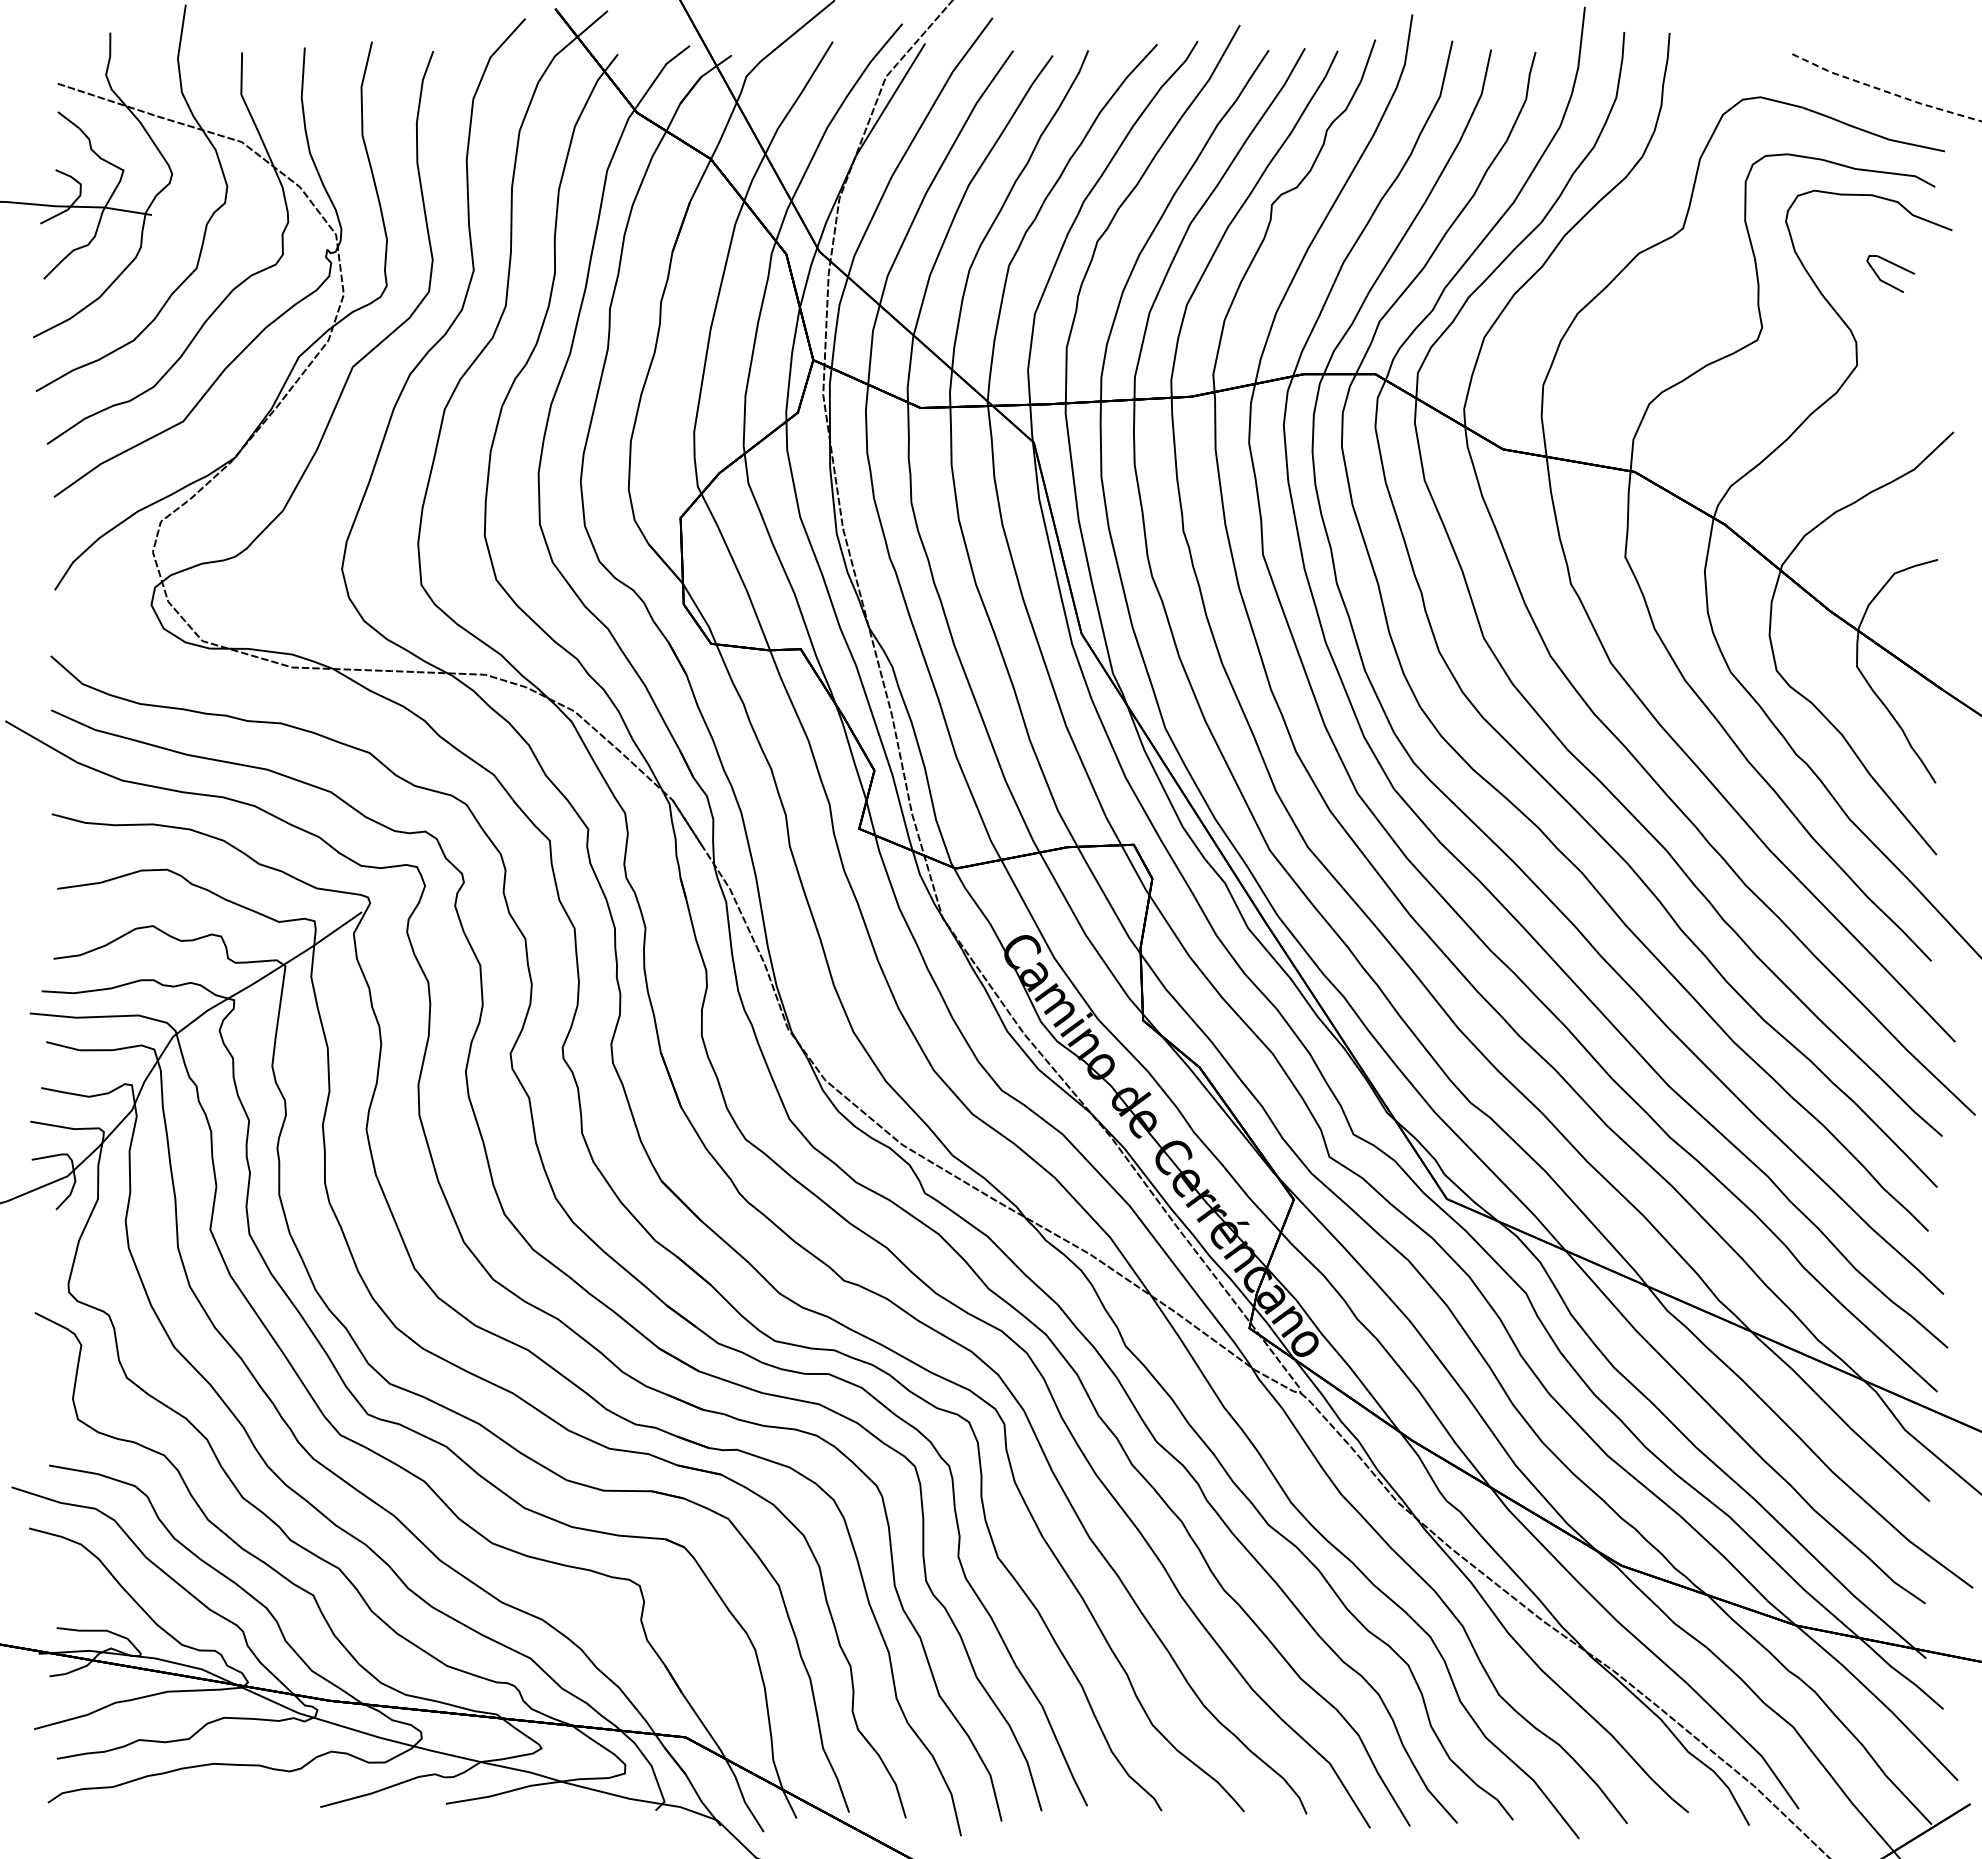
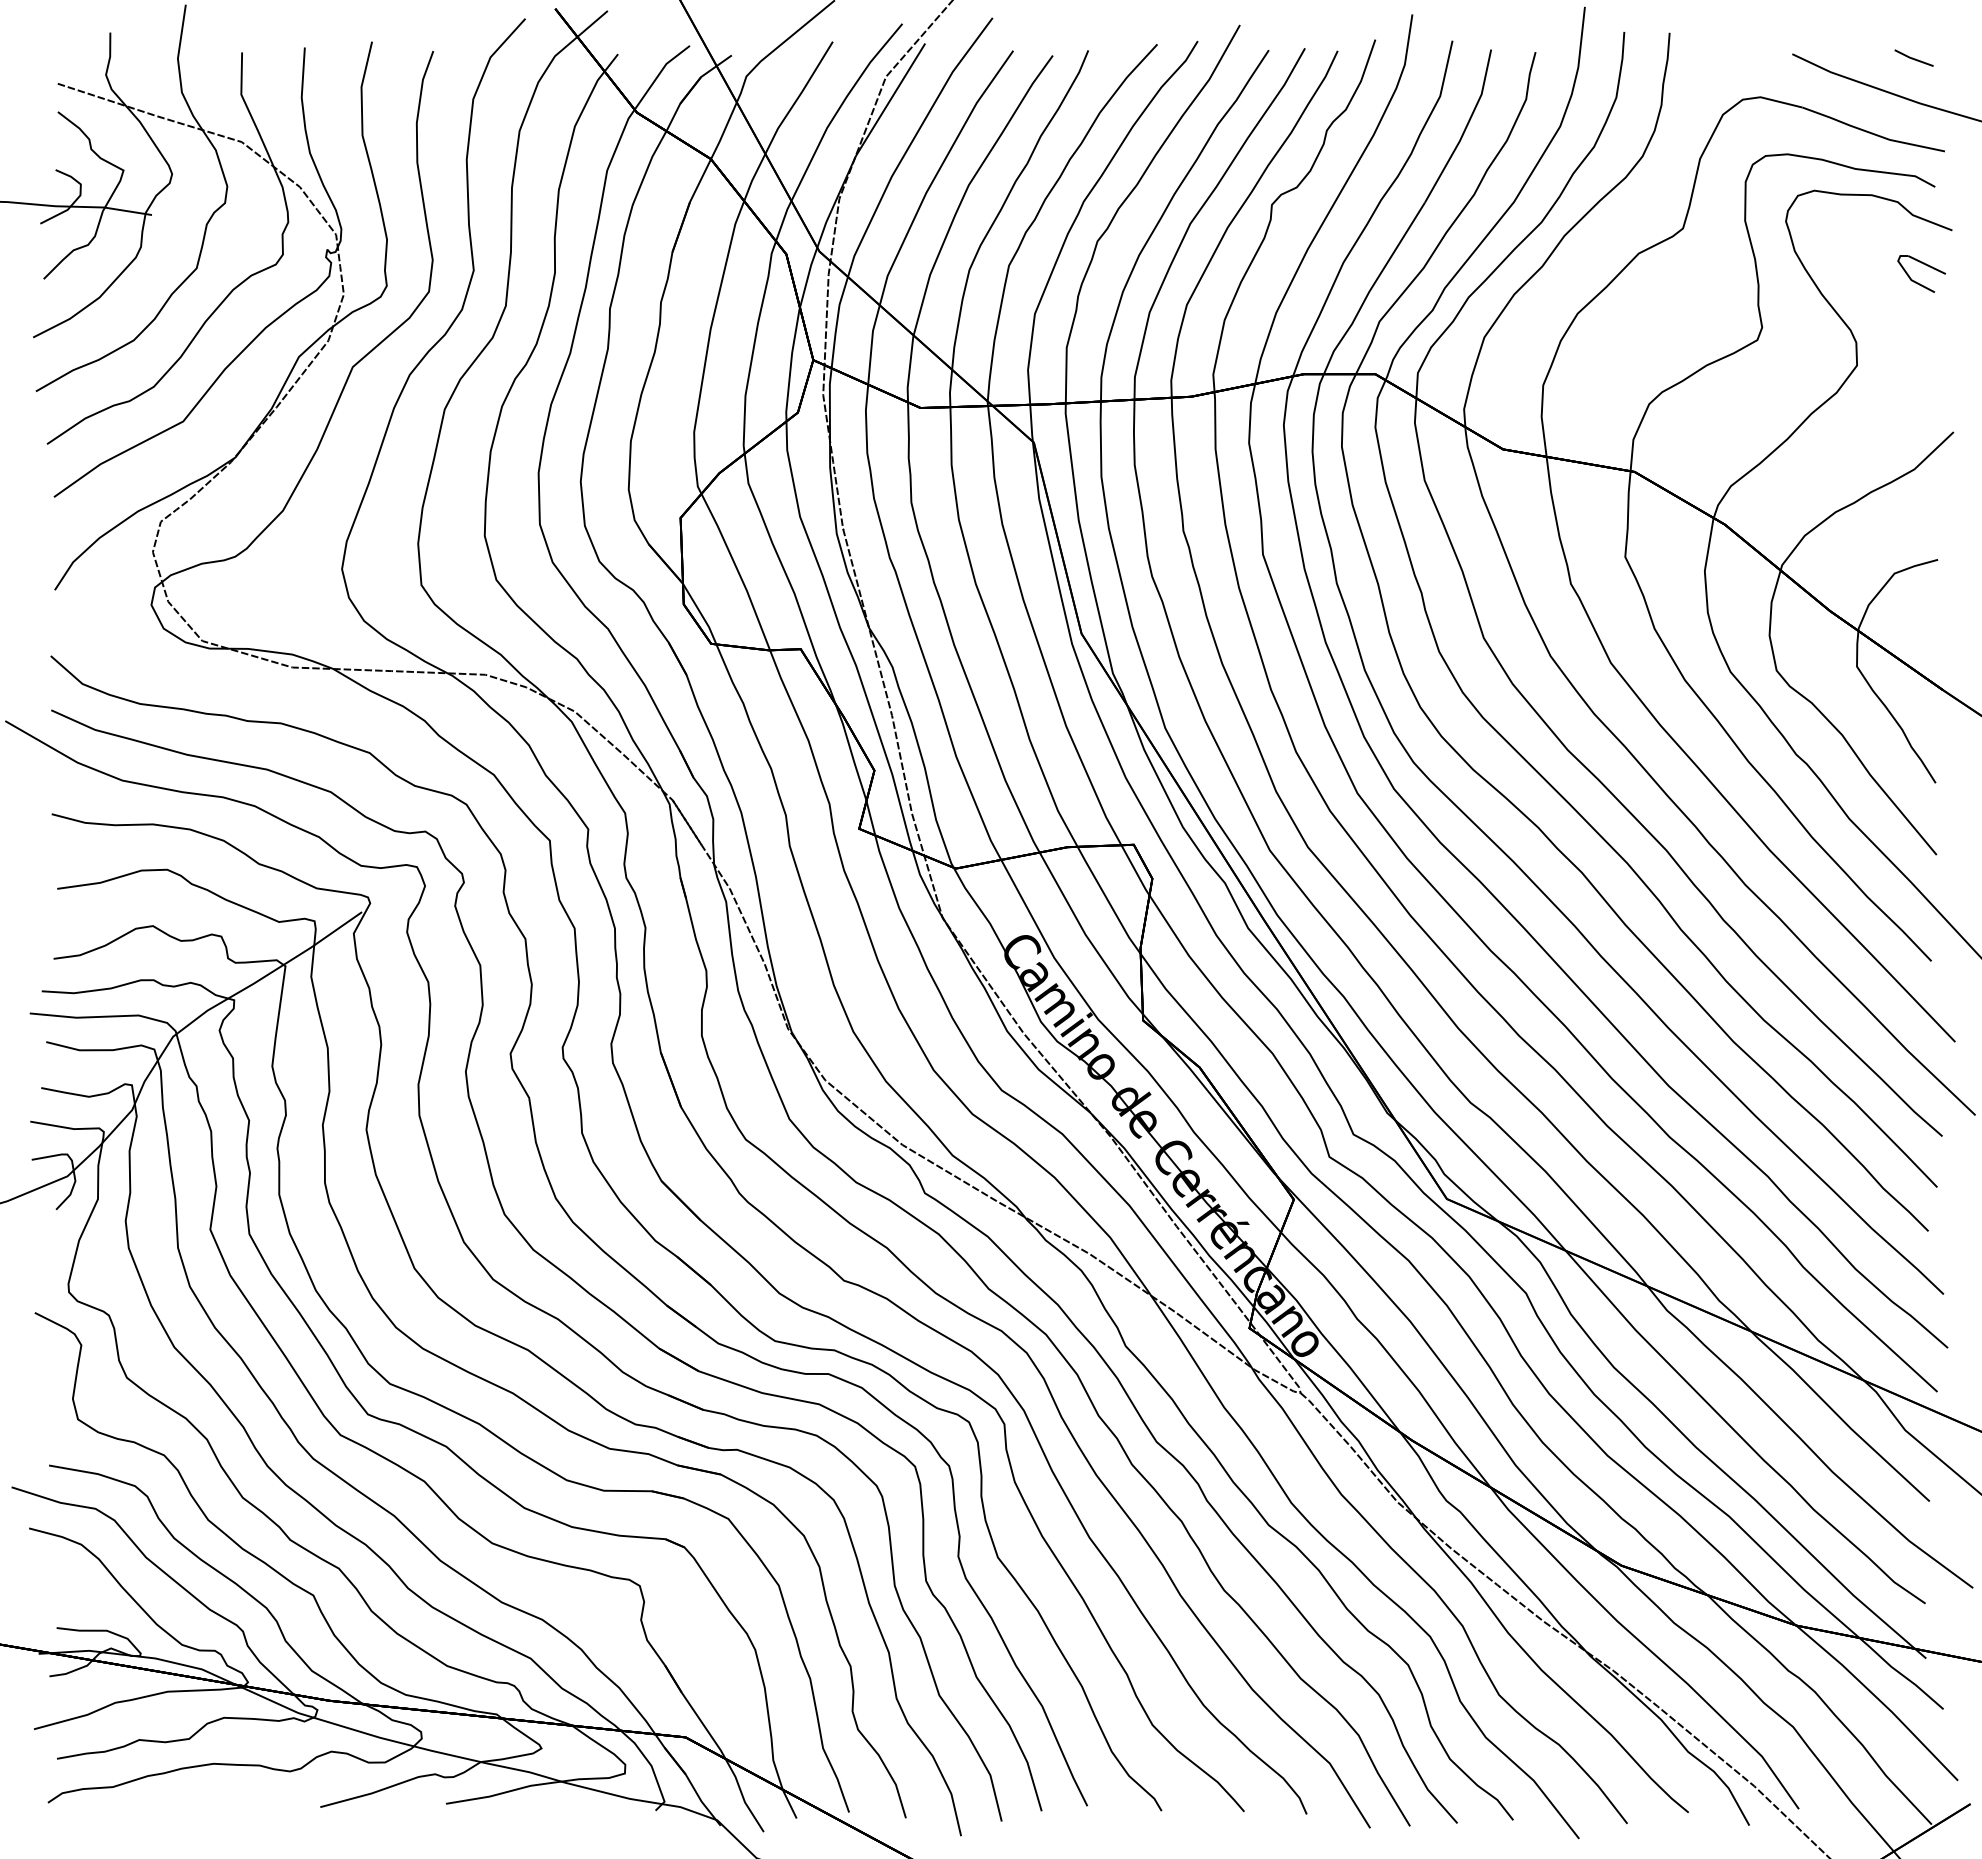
line at (1912, 57): none -> present
line at (1885, 91): dashed -> solid
part at (1894, 265) position: (1894, 265) -> (1925, 265)
